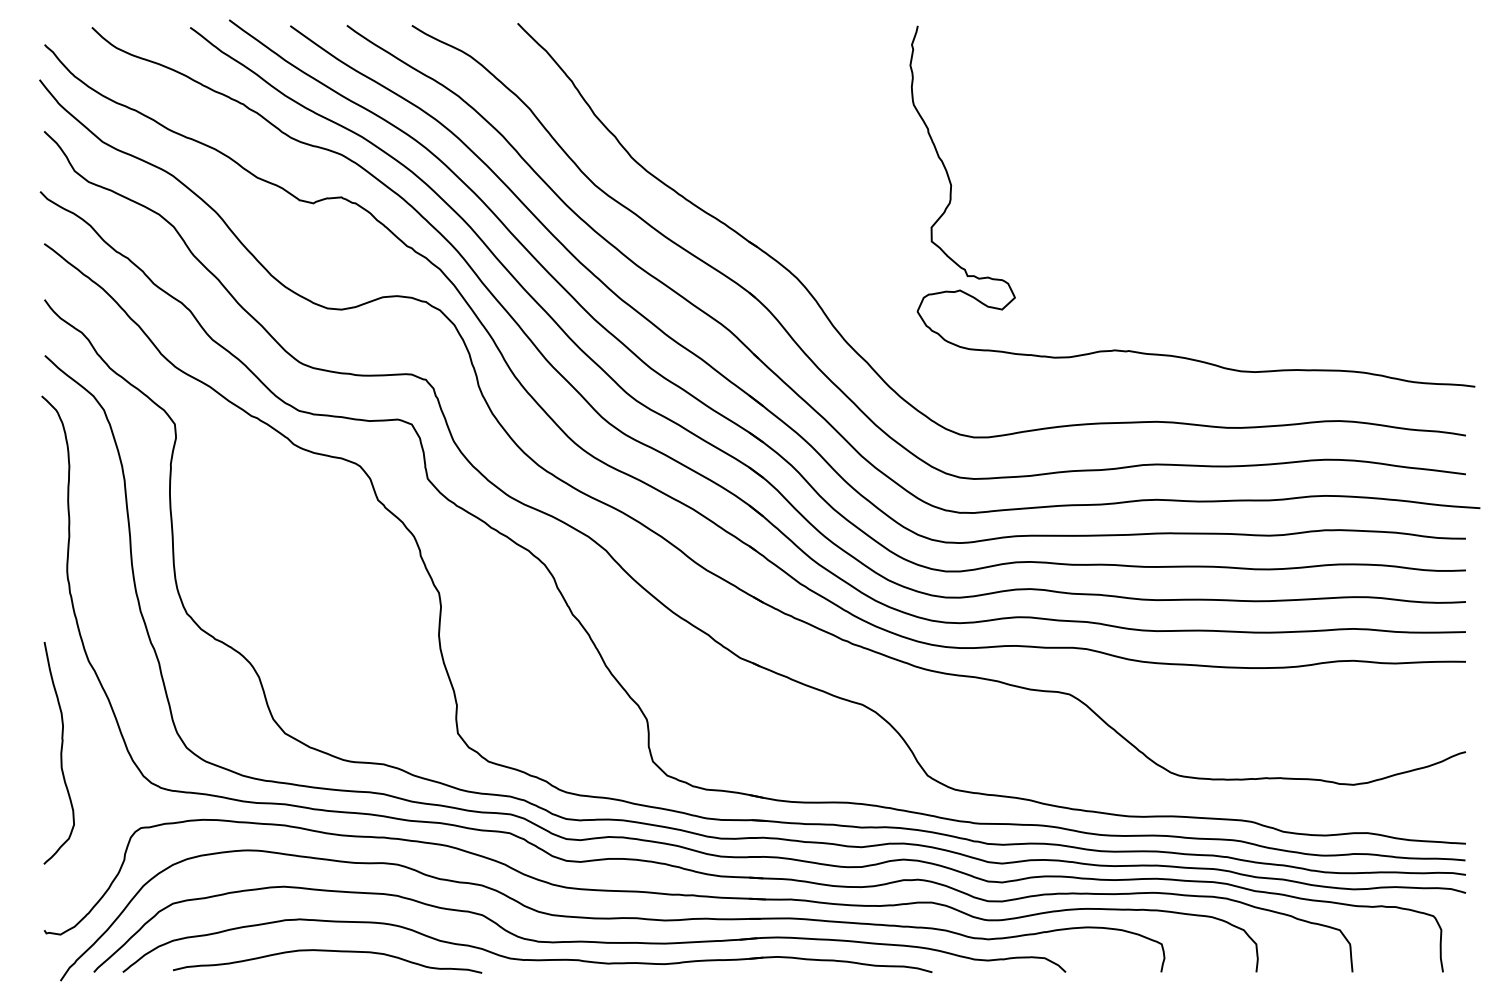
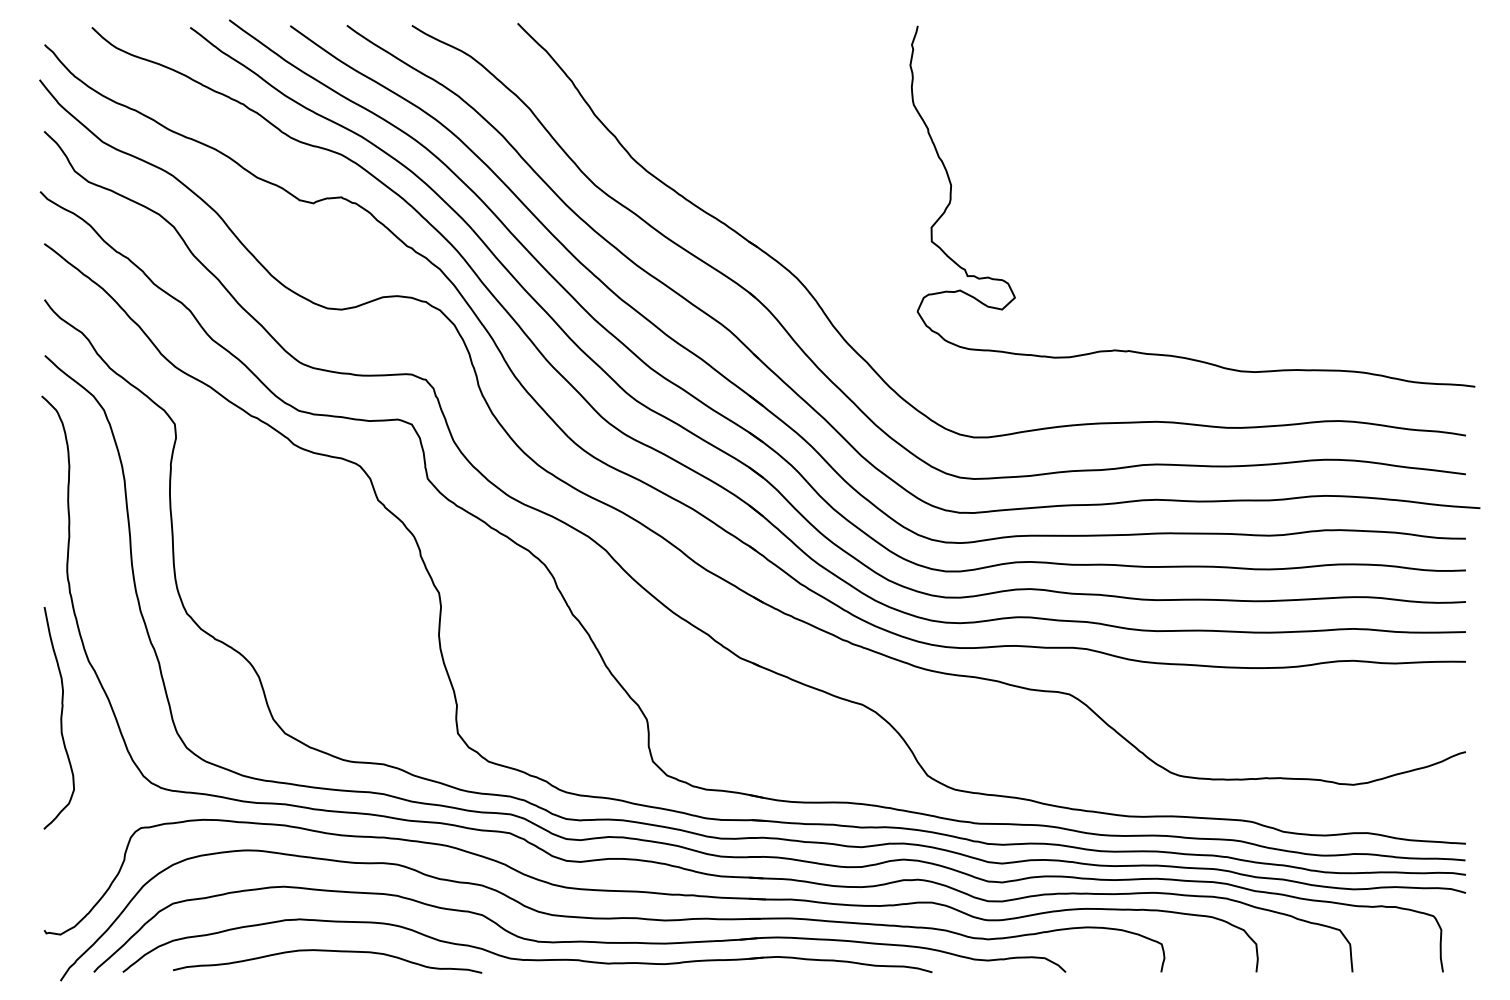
curve at (60, 753) position: (60, 753) -> (60, 718)
